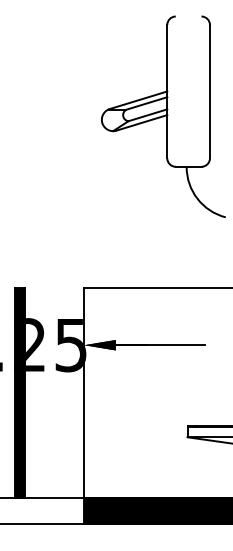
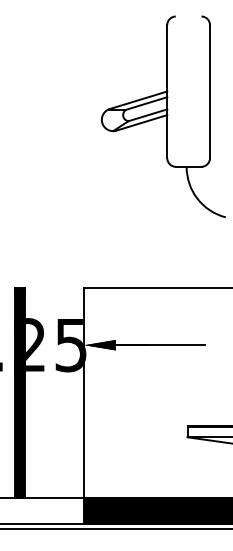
line at (115, 529): none -> present
